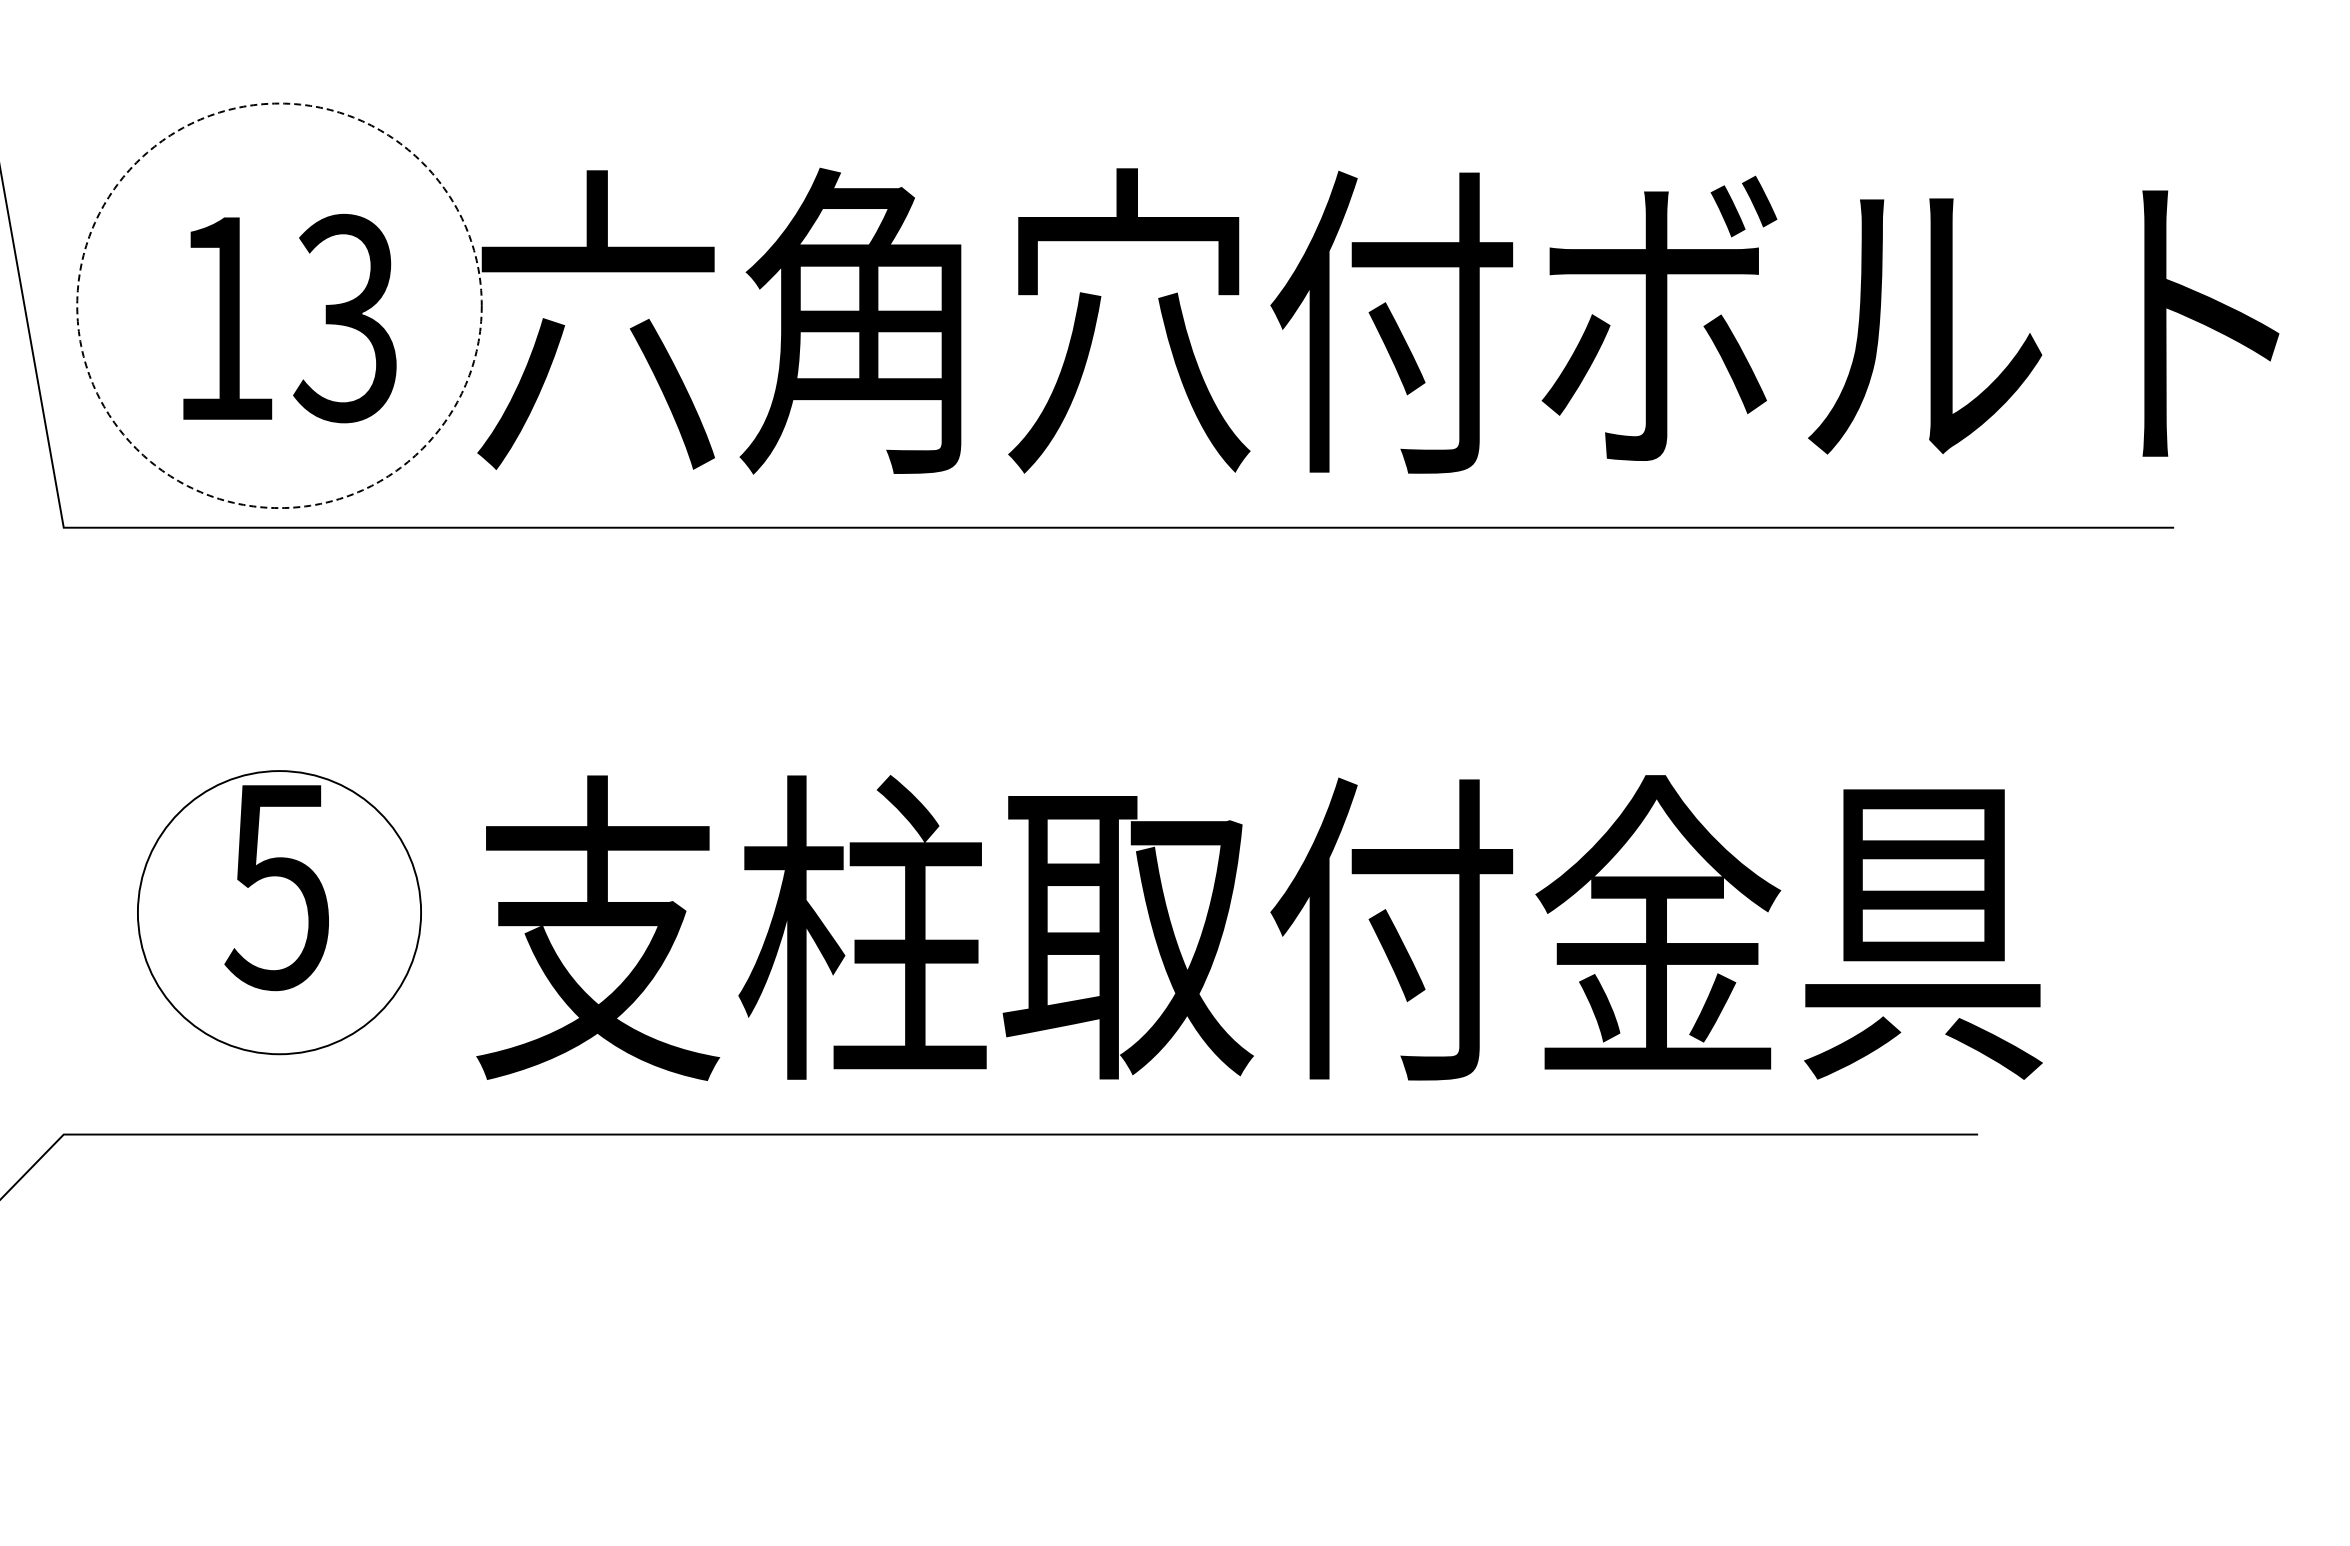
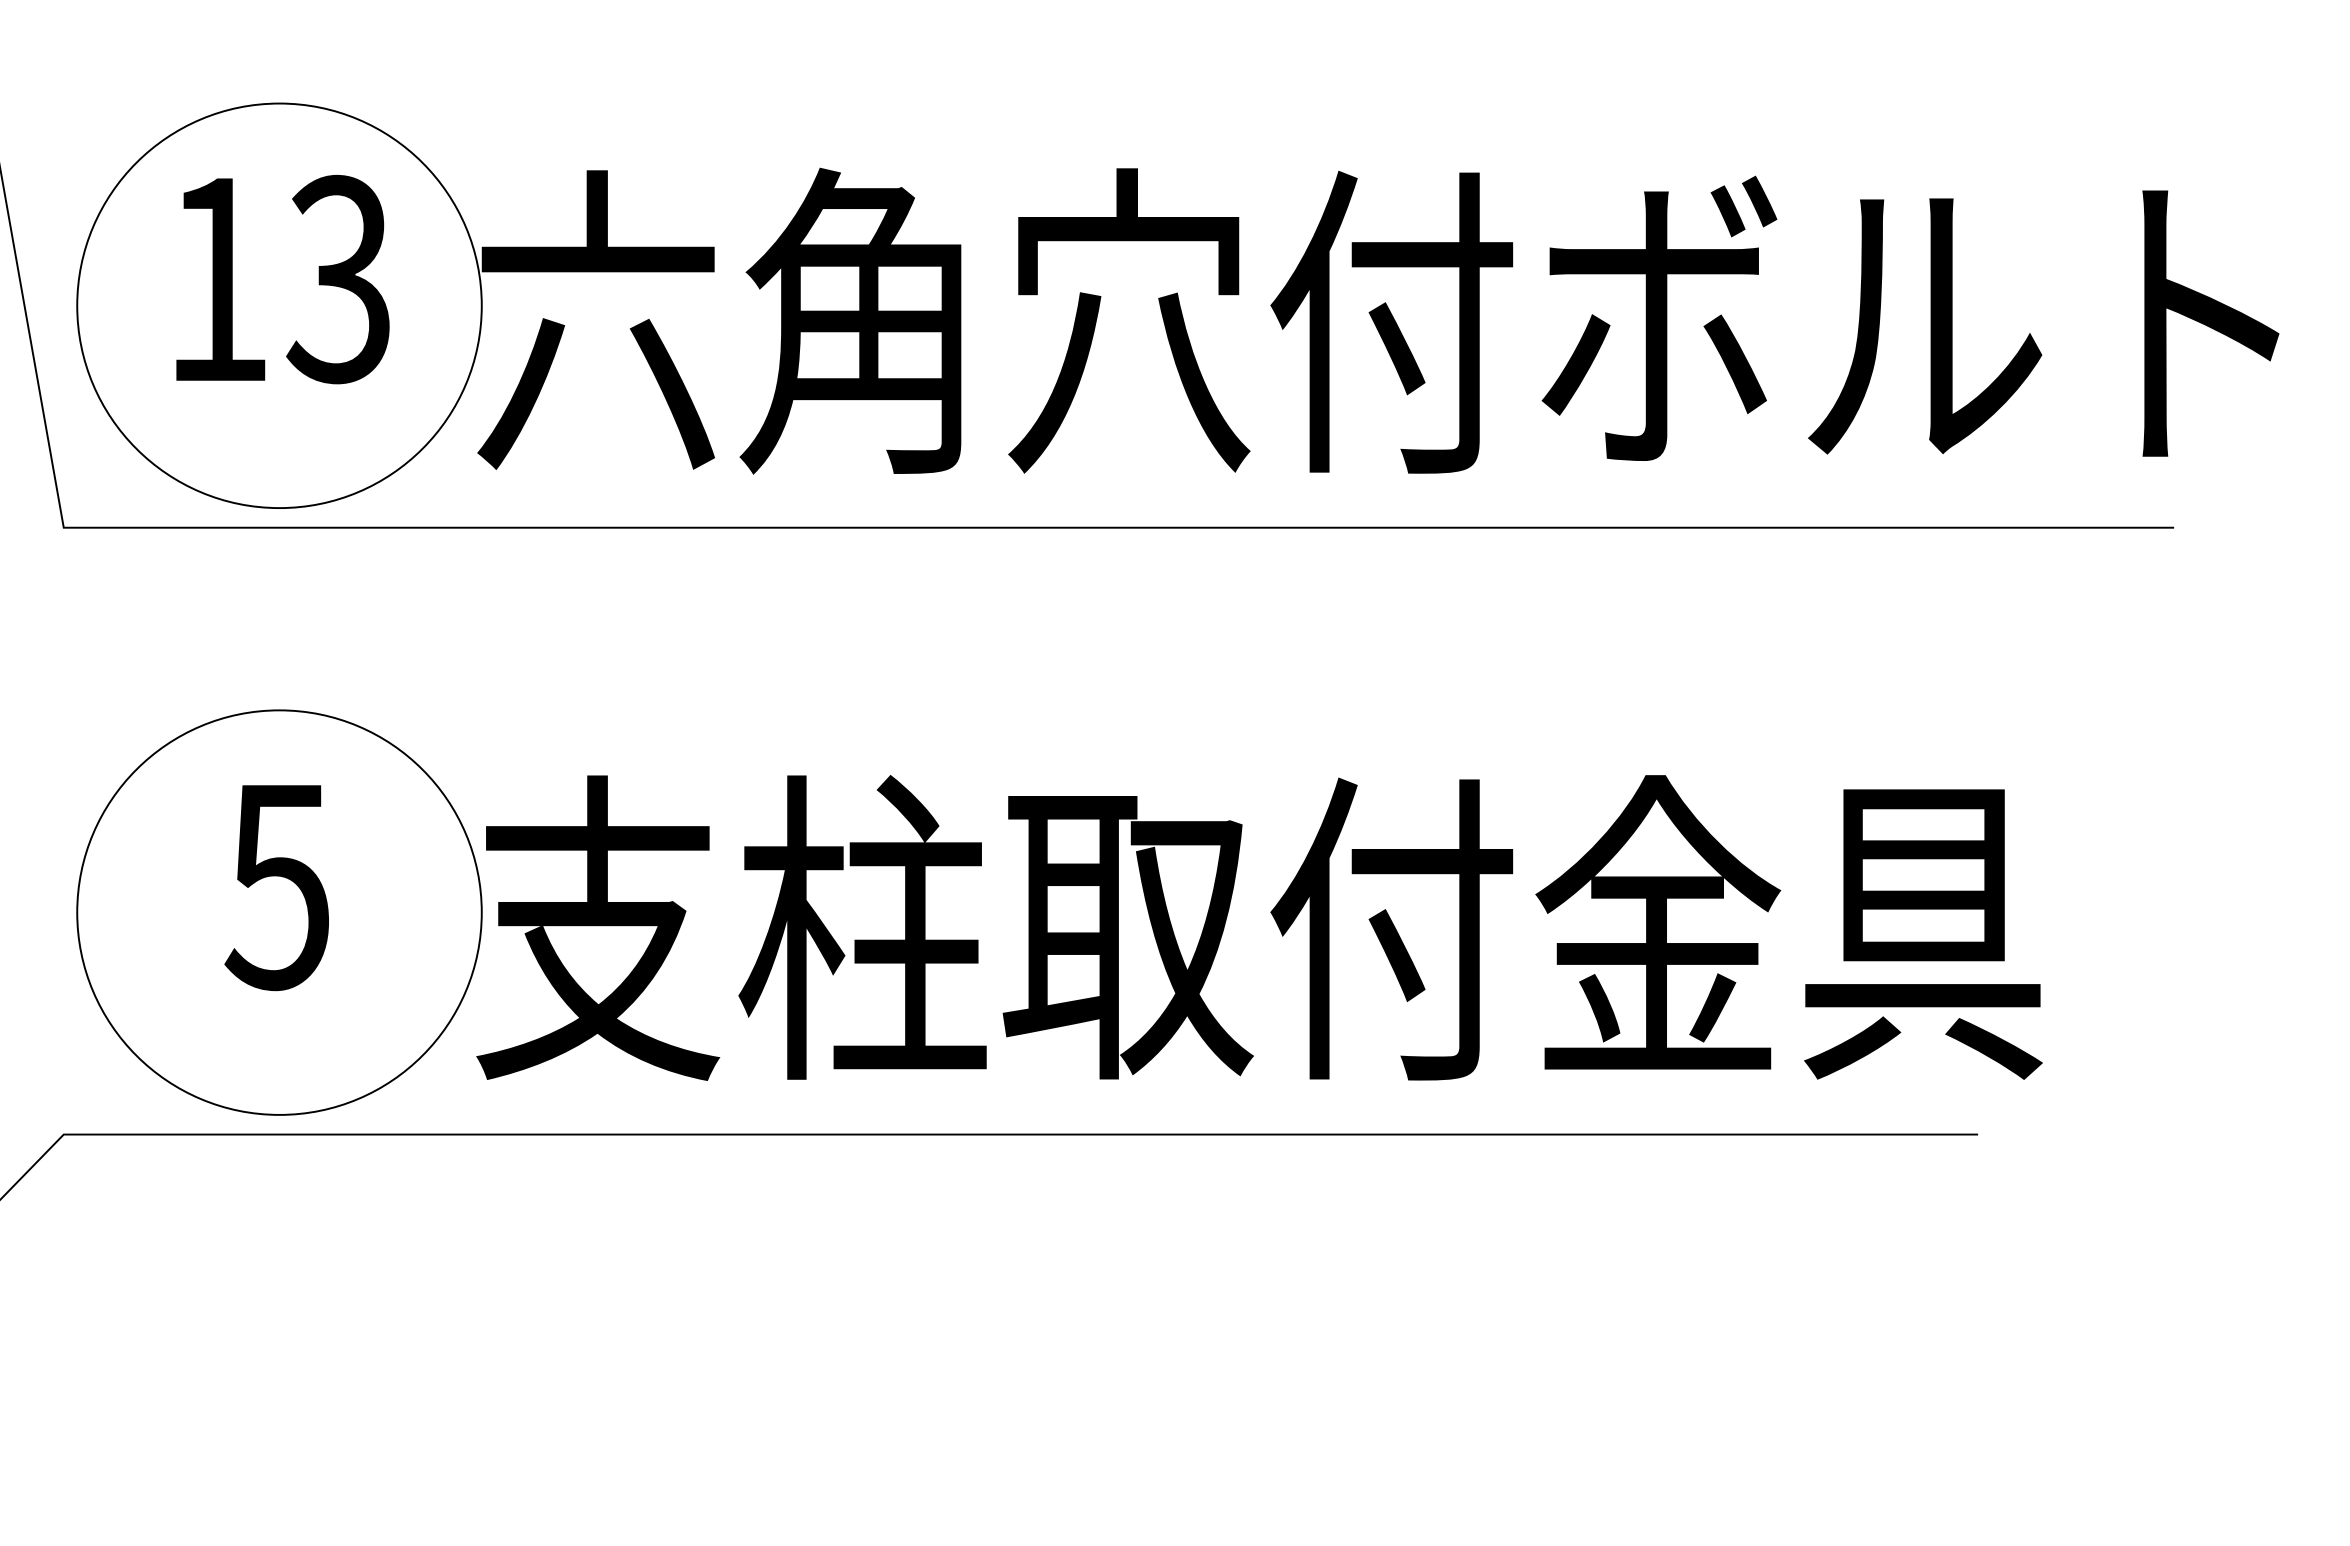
circle at (279, 305): dashed -> solid
text at (289, 318) position: (289, 318) -> (282, 279)
circle at (279, 912) diameter: 283 px -> 405 px
